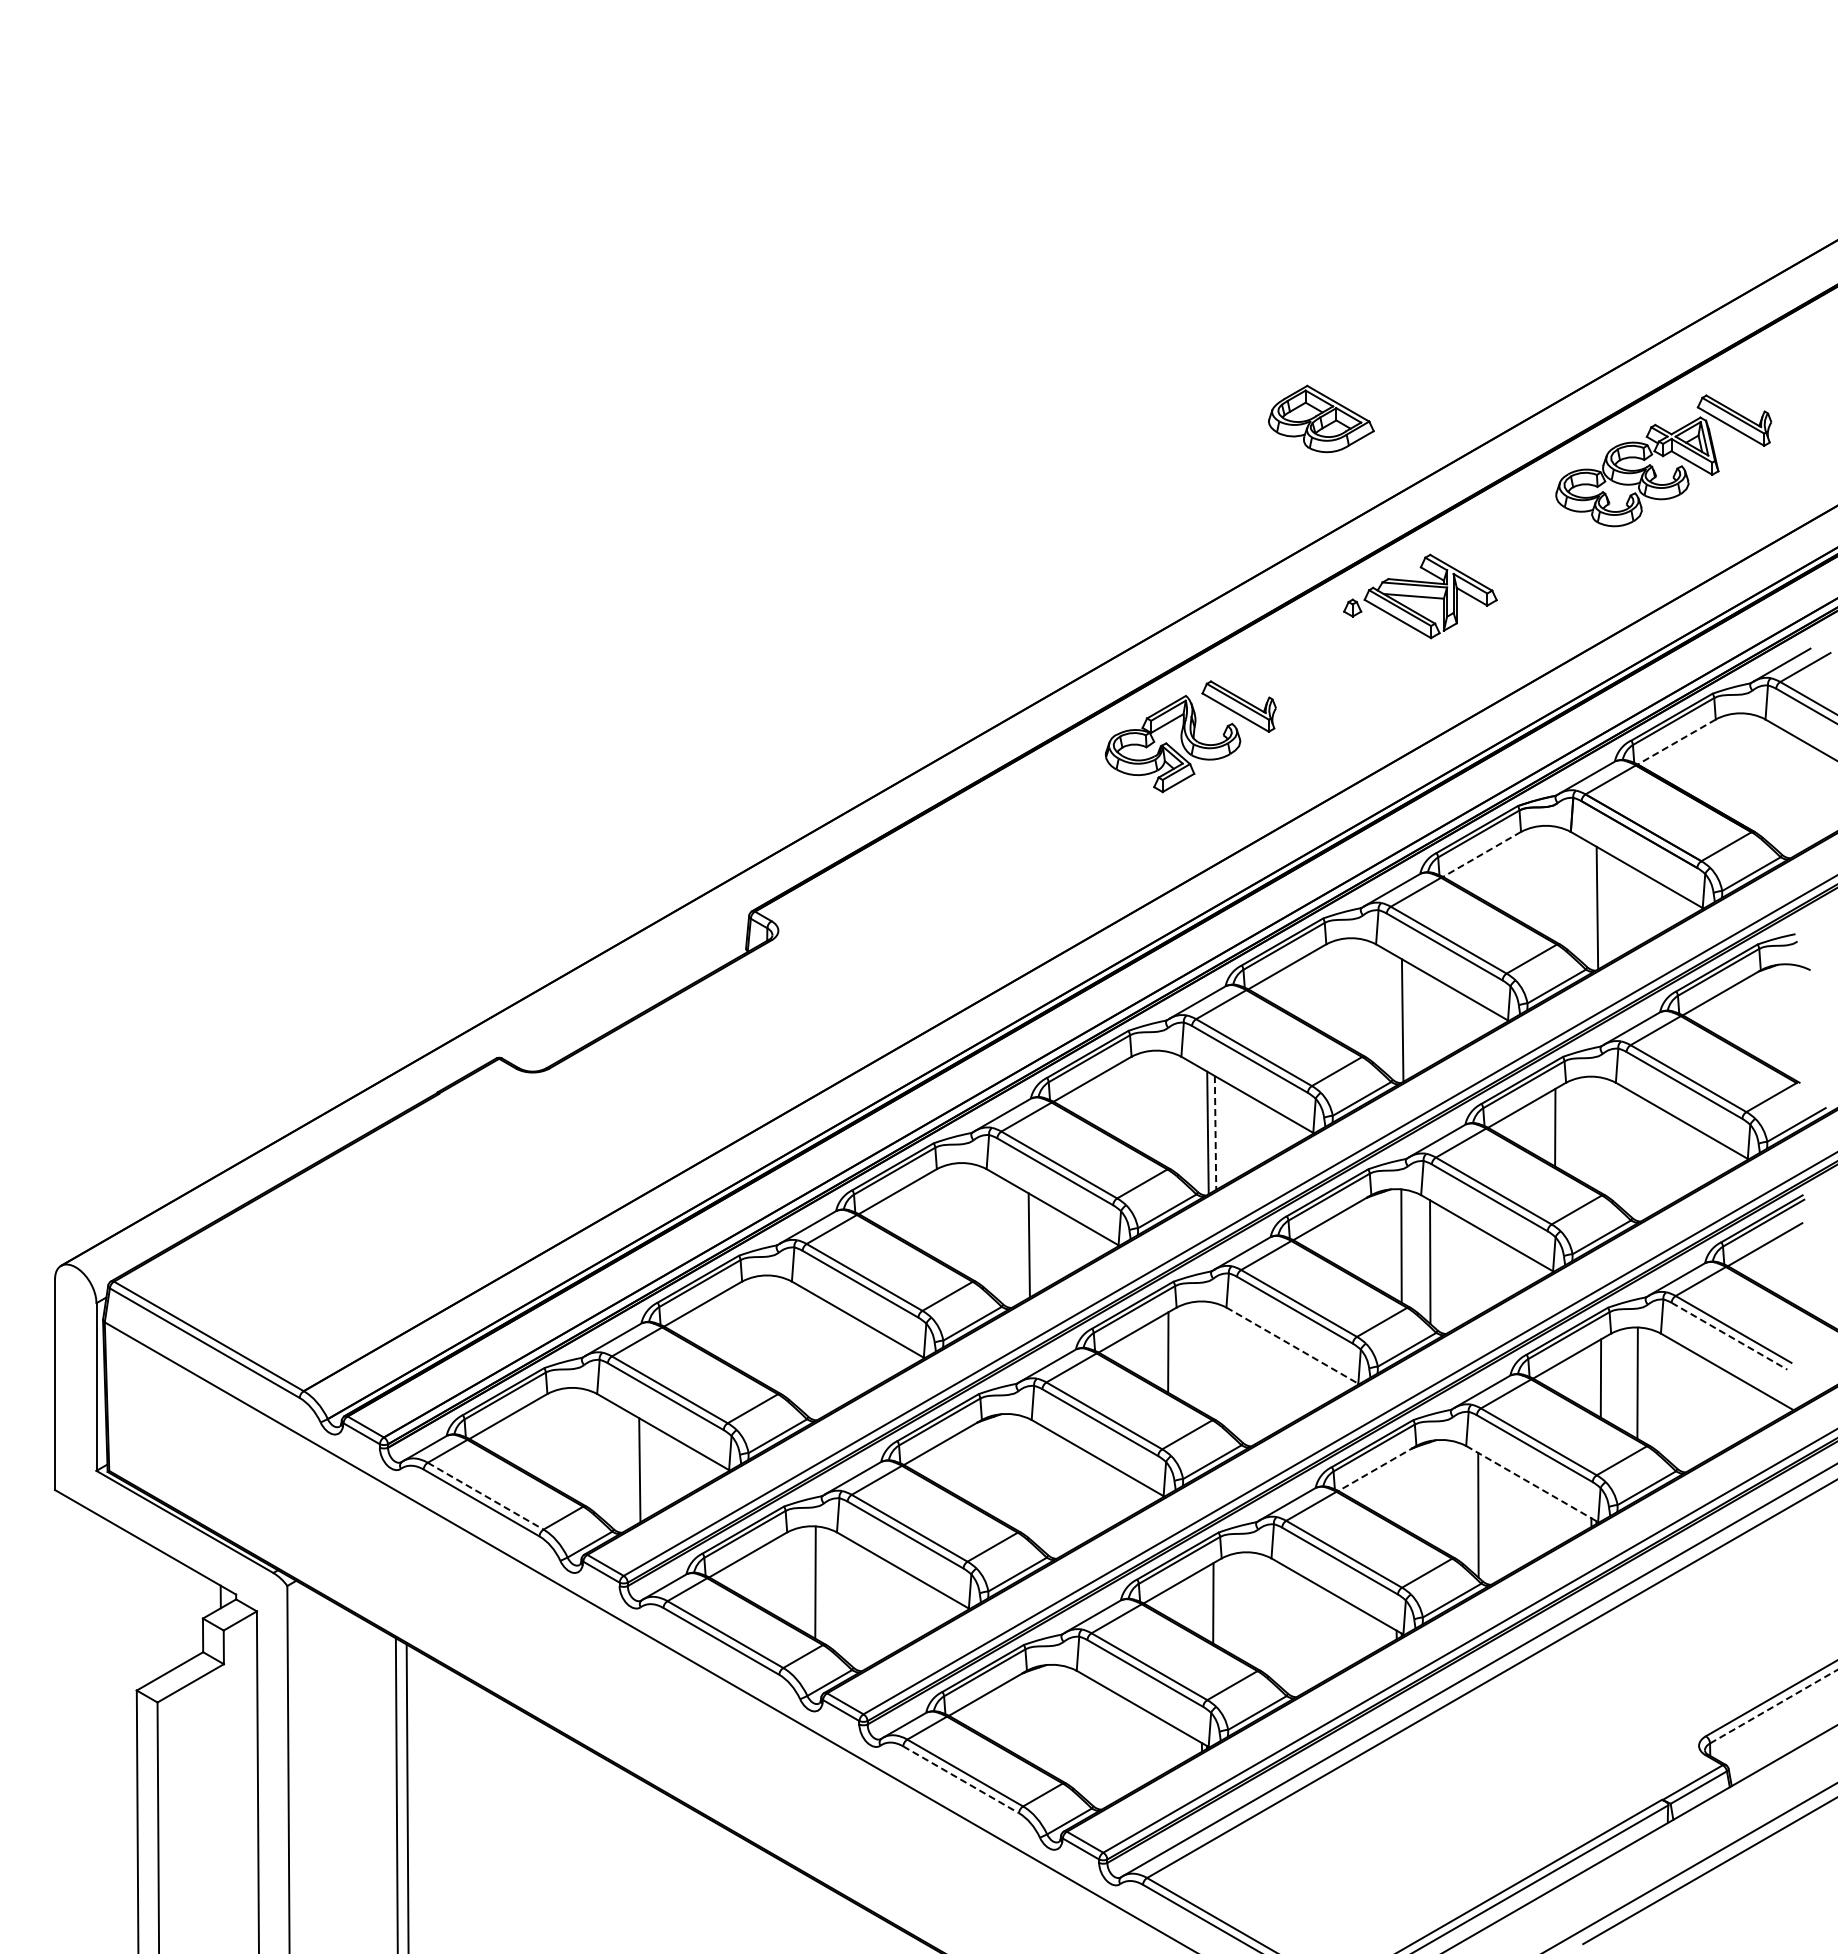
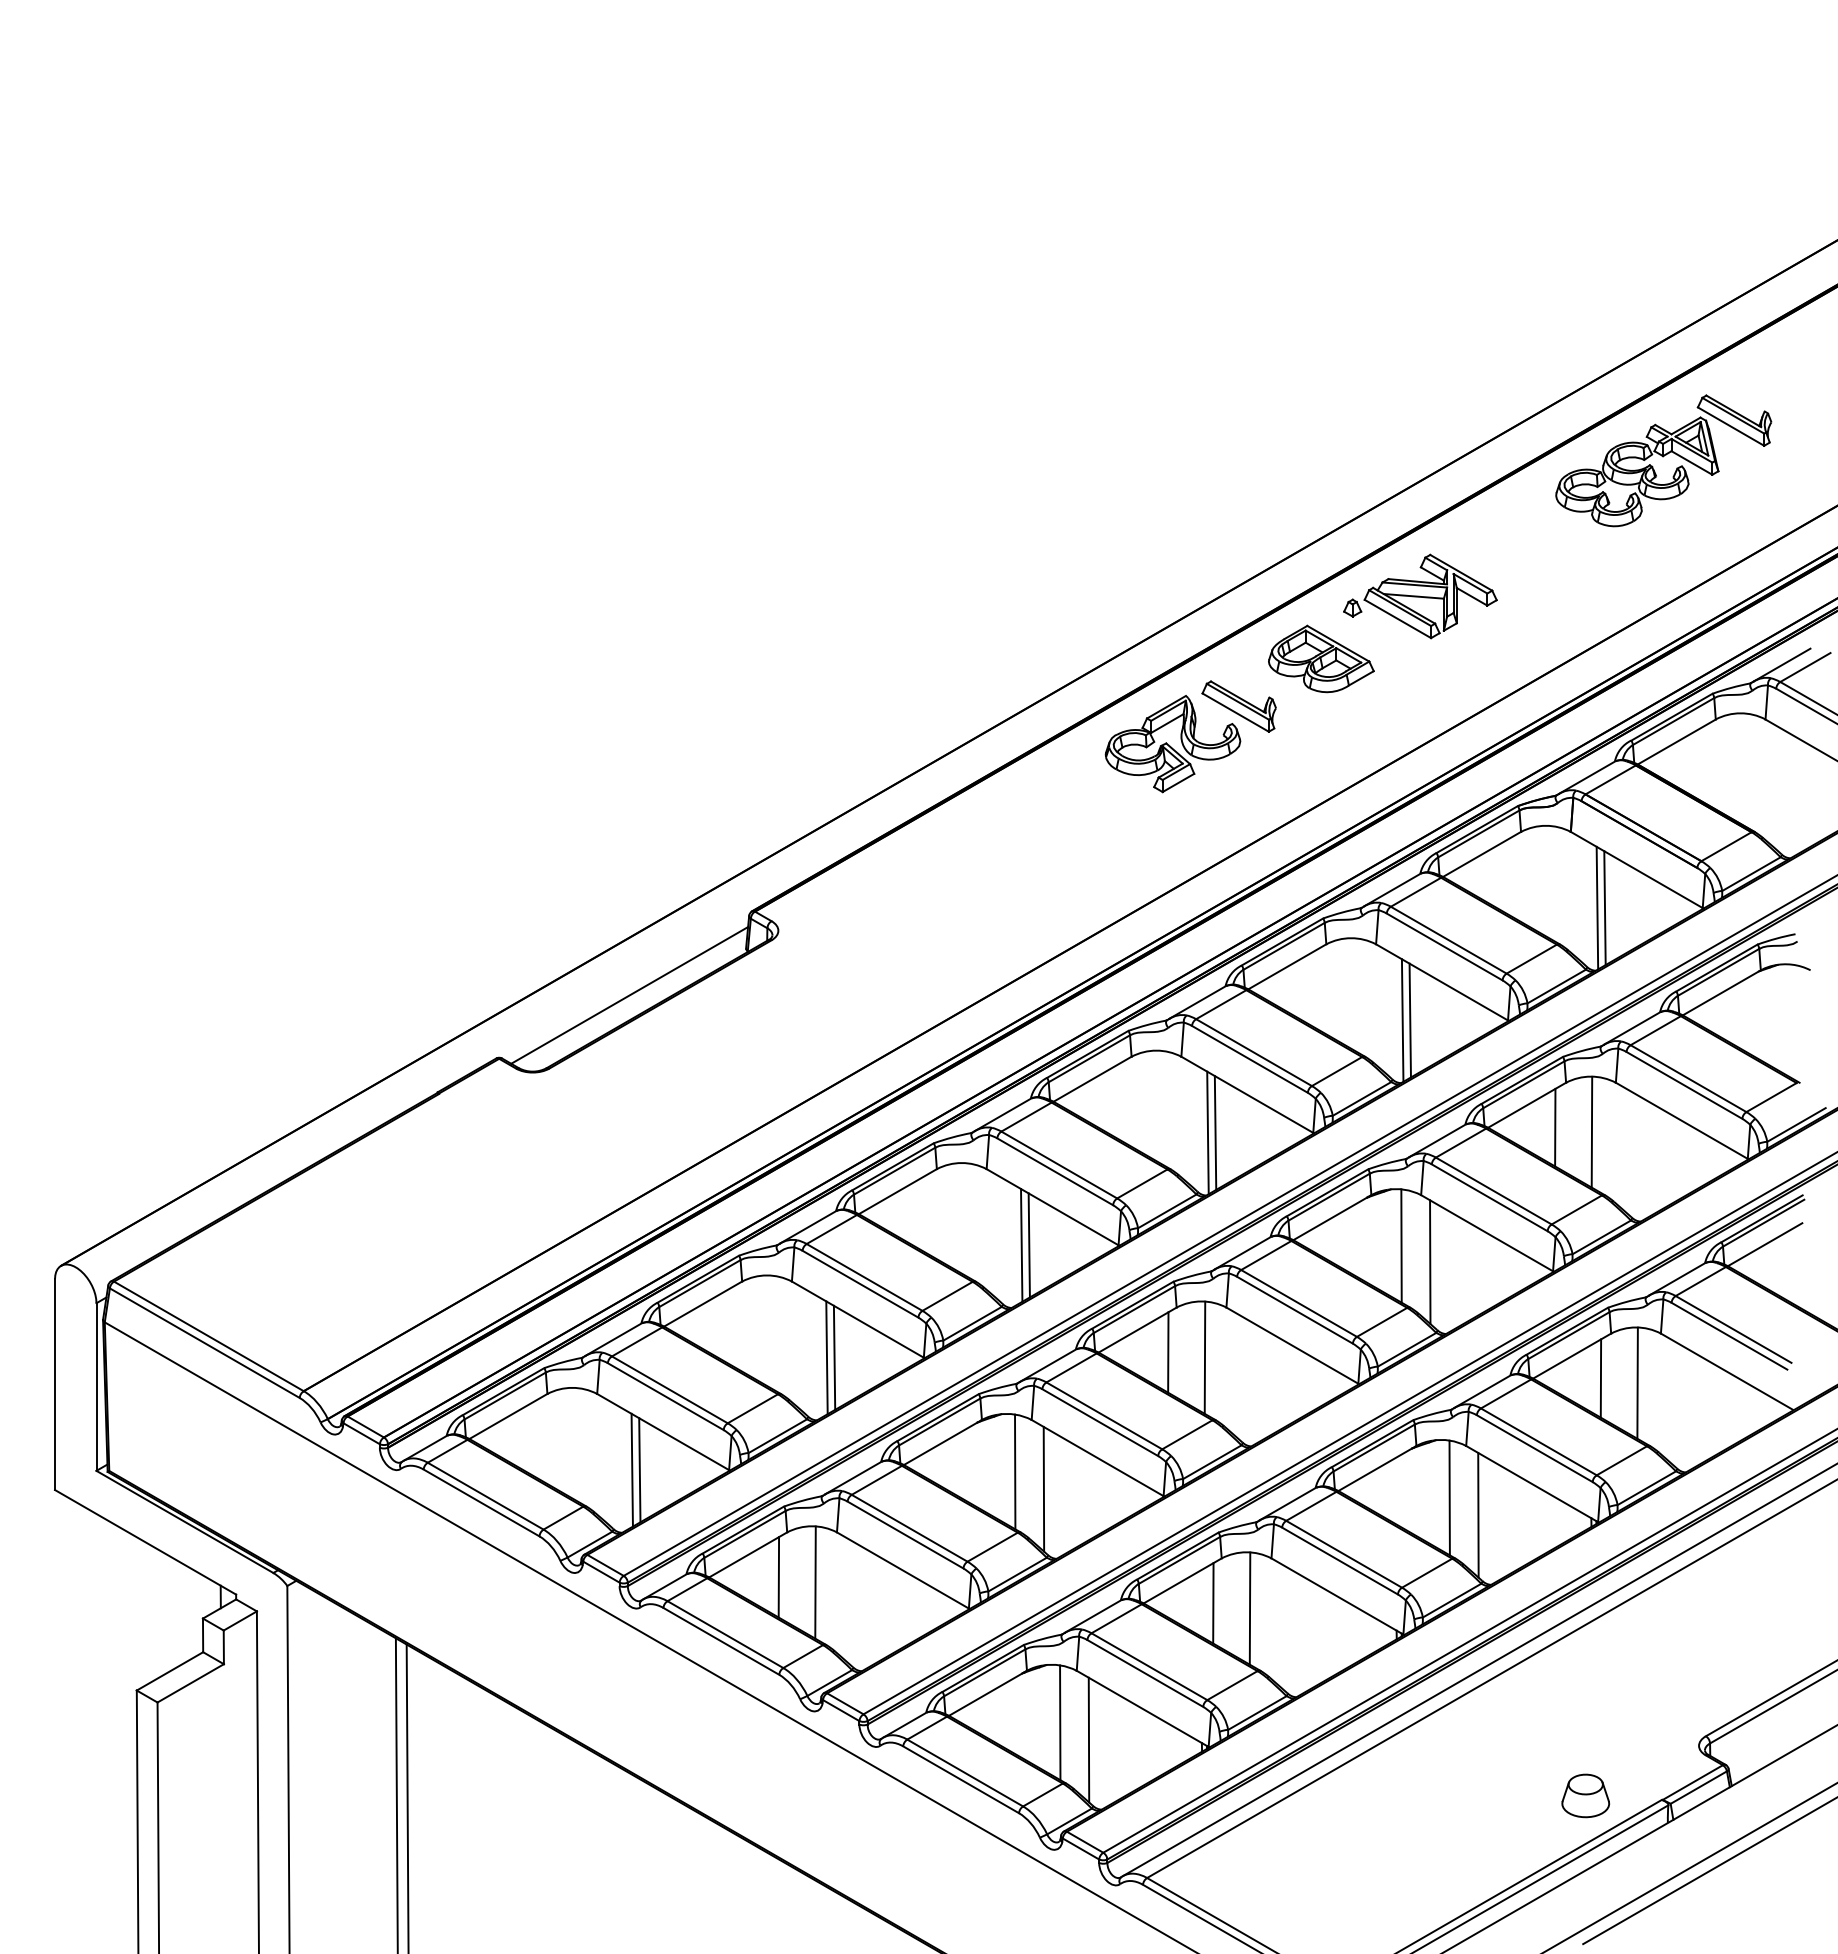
part at (1321, 418) position: (1321, 418) -> (1321, 658)
line at (1676, 742): dashed -> solid
line at (1481, 854): dashed -> solid
line at (1604, 908): none -> present
line at (629, 995): none -> present
line at (1409, 1020): none -> present
line at (1591, 1131): none -> present
line at (1215, 1132): dashed -> solid
line at (1021, 1244): none -> present
line at (1729, 1336): dashed -> solid
line at (1292, 1345): dashed -> solid
line at (826, 1357): none -> present
line at (834, 1357): none -> present
line at (1204, 1357): none -> present
line at (631, 1469): none -> present
line at (1376, 1469): dashed -> solid
line at (1015, 1471): none -> present
line at (1532, 1484): dashed -> solid
line at (1043, 1488): none -> present
line at (485, 1496): dashed -> solid
line at (1449, 1497): none -> present
line at (778, 1577): none -> present
line at (1249, 1608): none -> present
line at (1774, 1706): dashed -> solid
line at (1060, 1722): none -> present
line at (1088, 1739): none -> present
line at (961, 1779): dashed -> solid
part at (1585, 1795): none -> present
